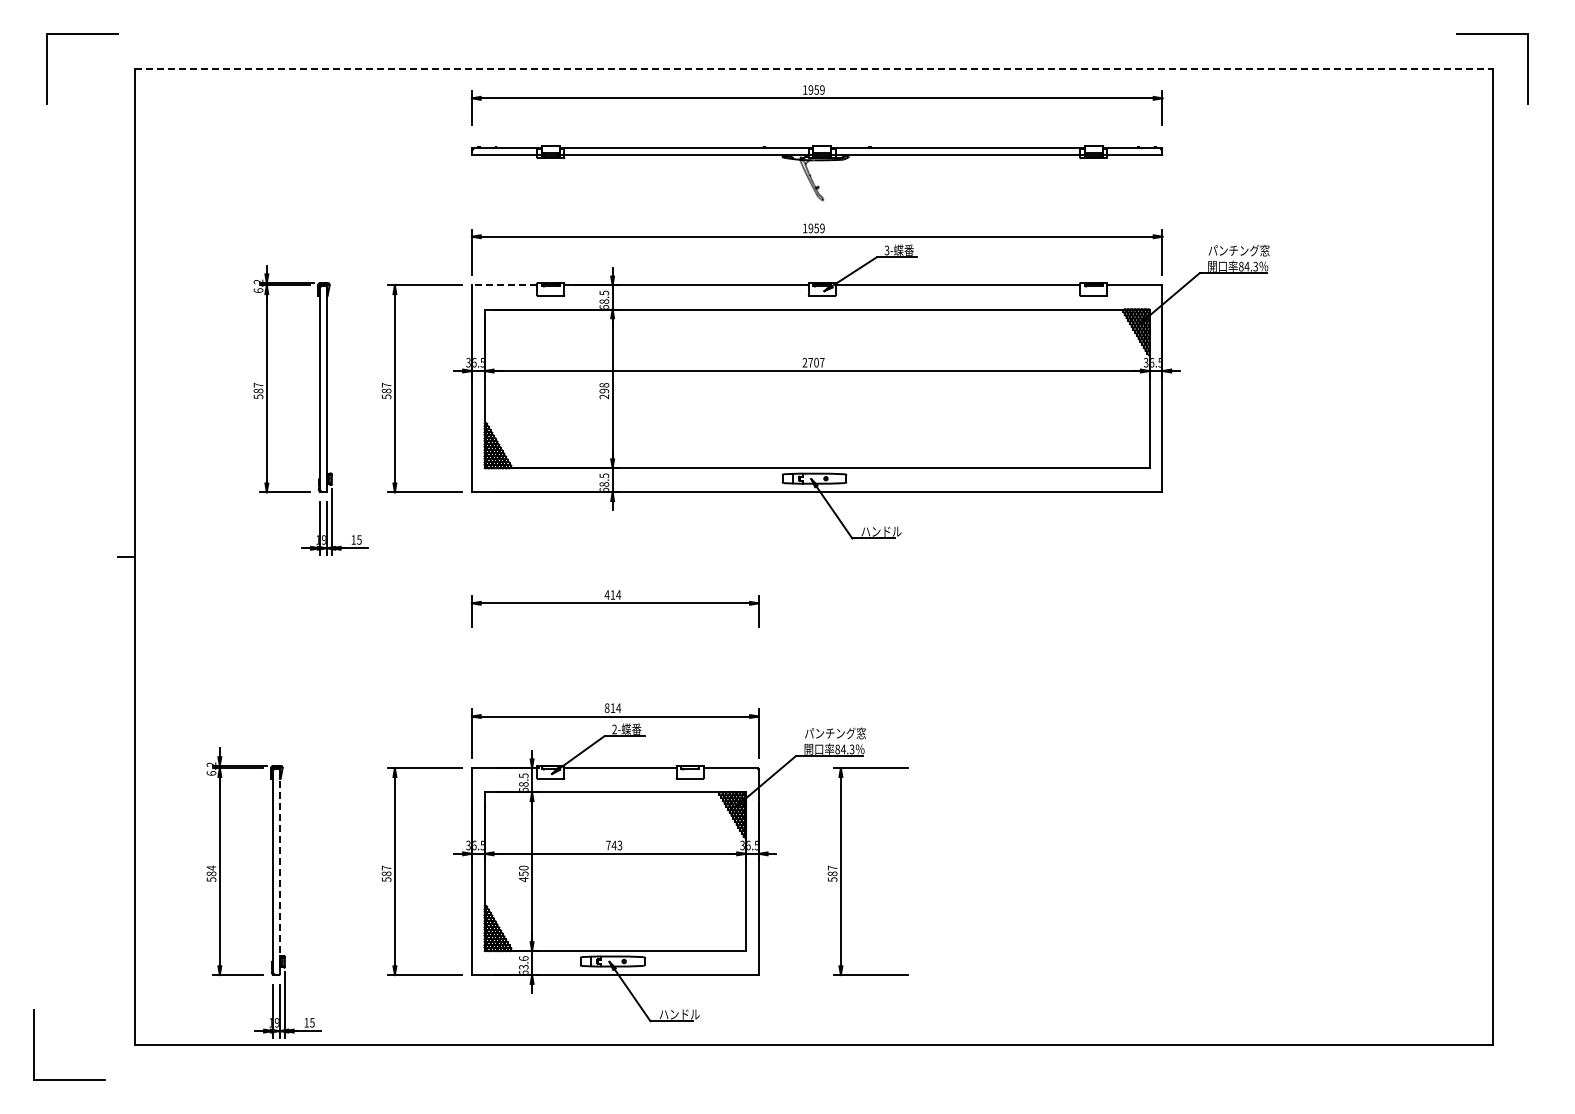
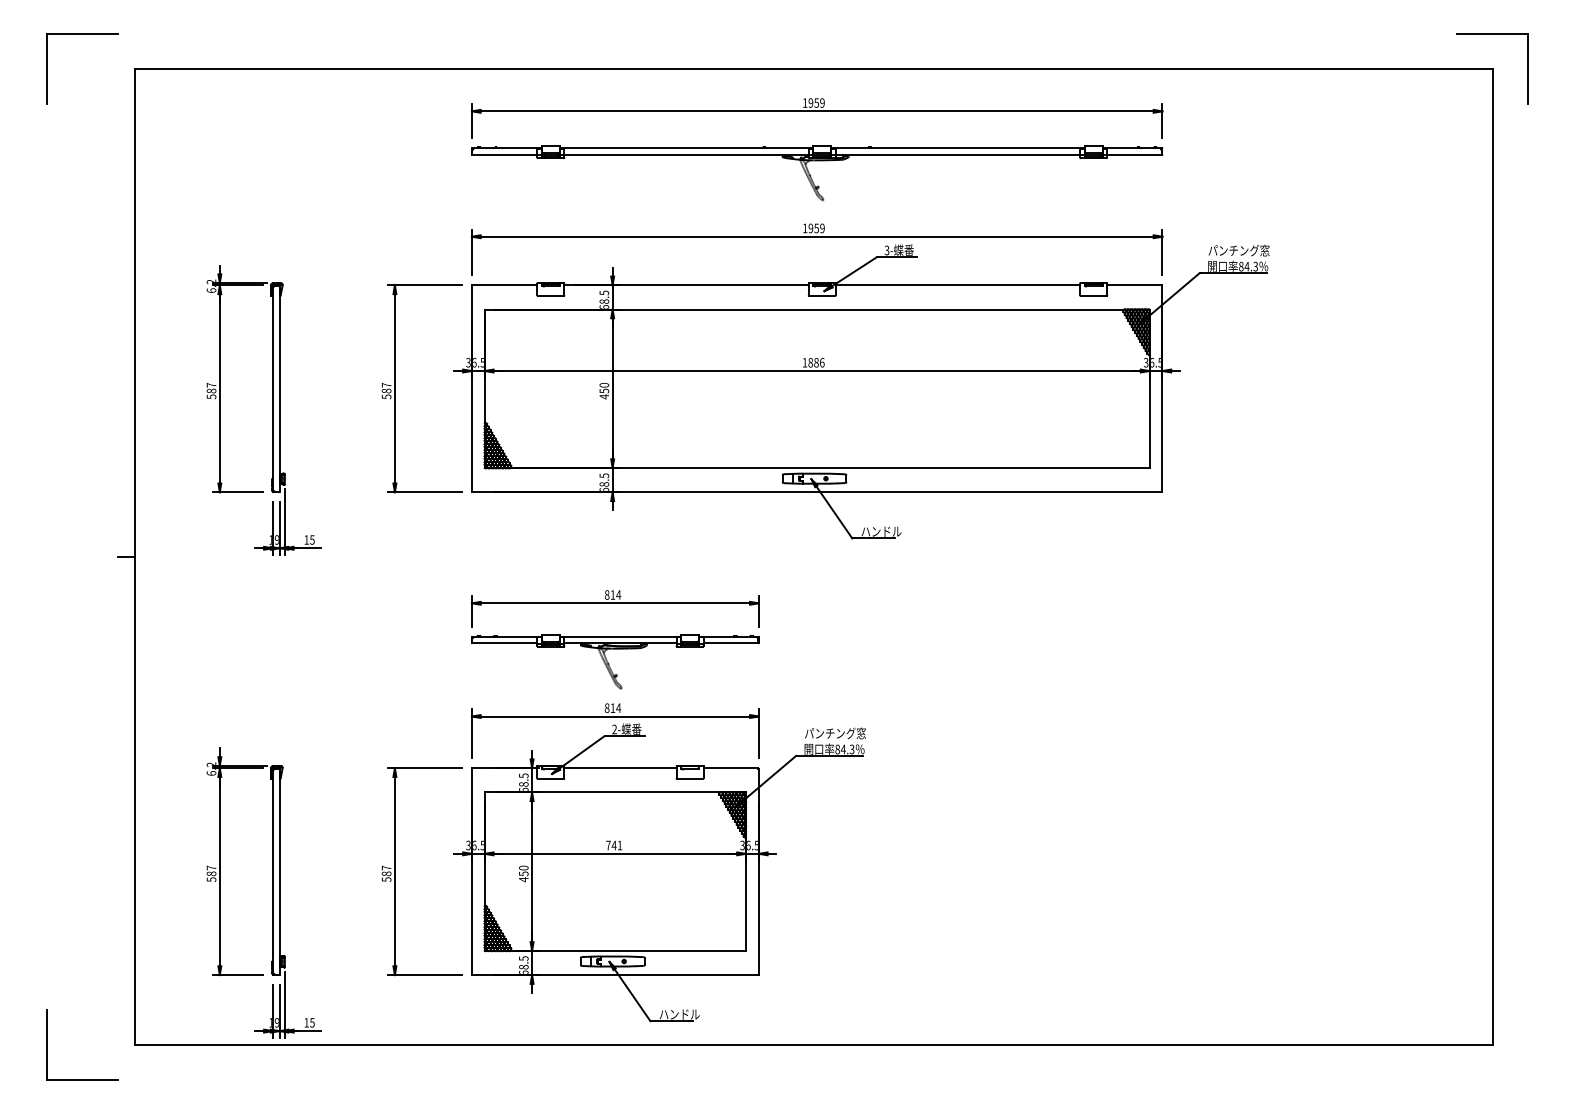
line at (813, 68): dashed -> solid
part at (816, 98) position: (816, 98) -> (816, 111)
line at (504, 285): dashed -> solid
text at (813, 362): 2707 -> 1886
text at (604, 391): 298 -> 450
part at (319, 410) position: (319, 410) -> (272, 410)
text at (606, 594): 414 -> 814
part at (609, 663): none -> present
text at (619, 845): 743 -> 741
text at (211, 867): 584 -> 587
line at (279, 871): dashed -> solid
part at (841, 871): present -> none
text at (523, 962): 63.6 -> 68.5
part at (34, 1044) position: (34, 1044) -> (47, 1044)
